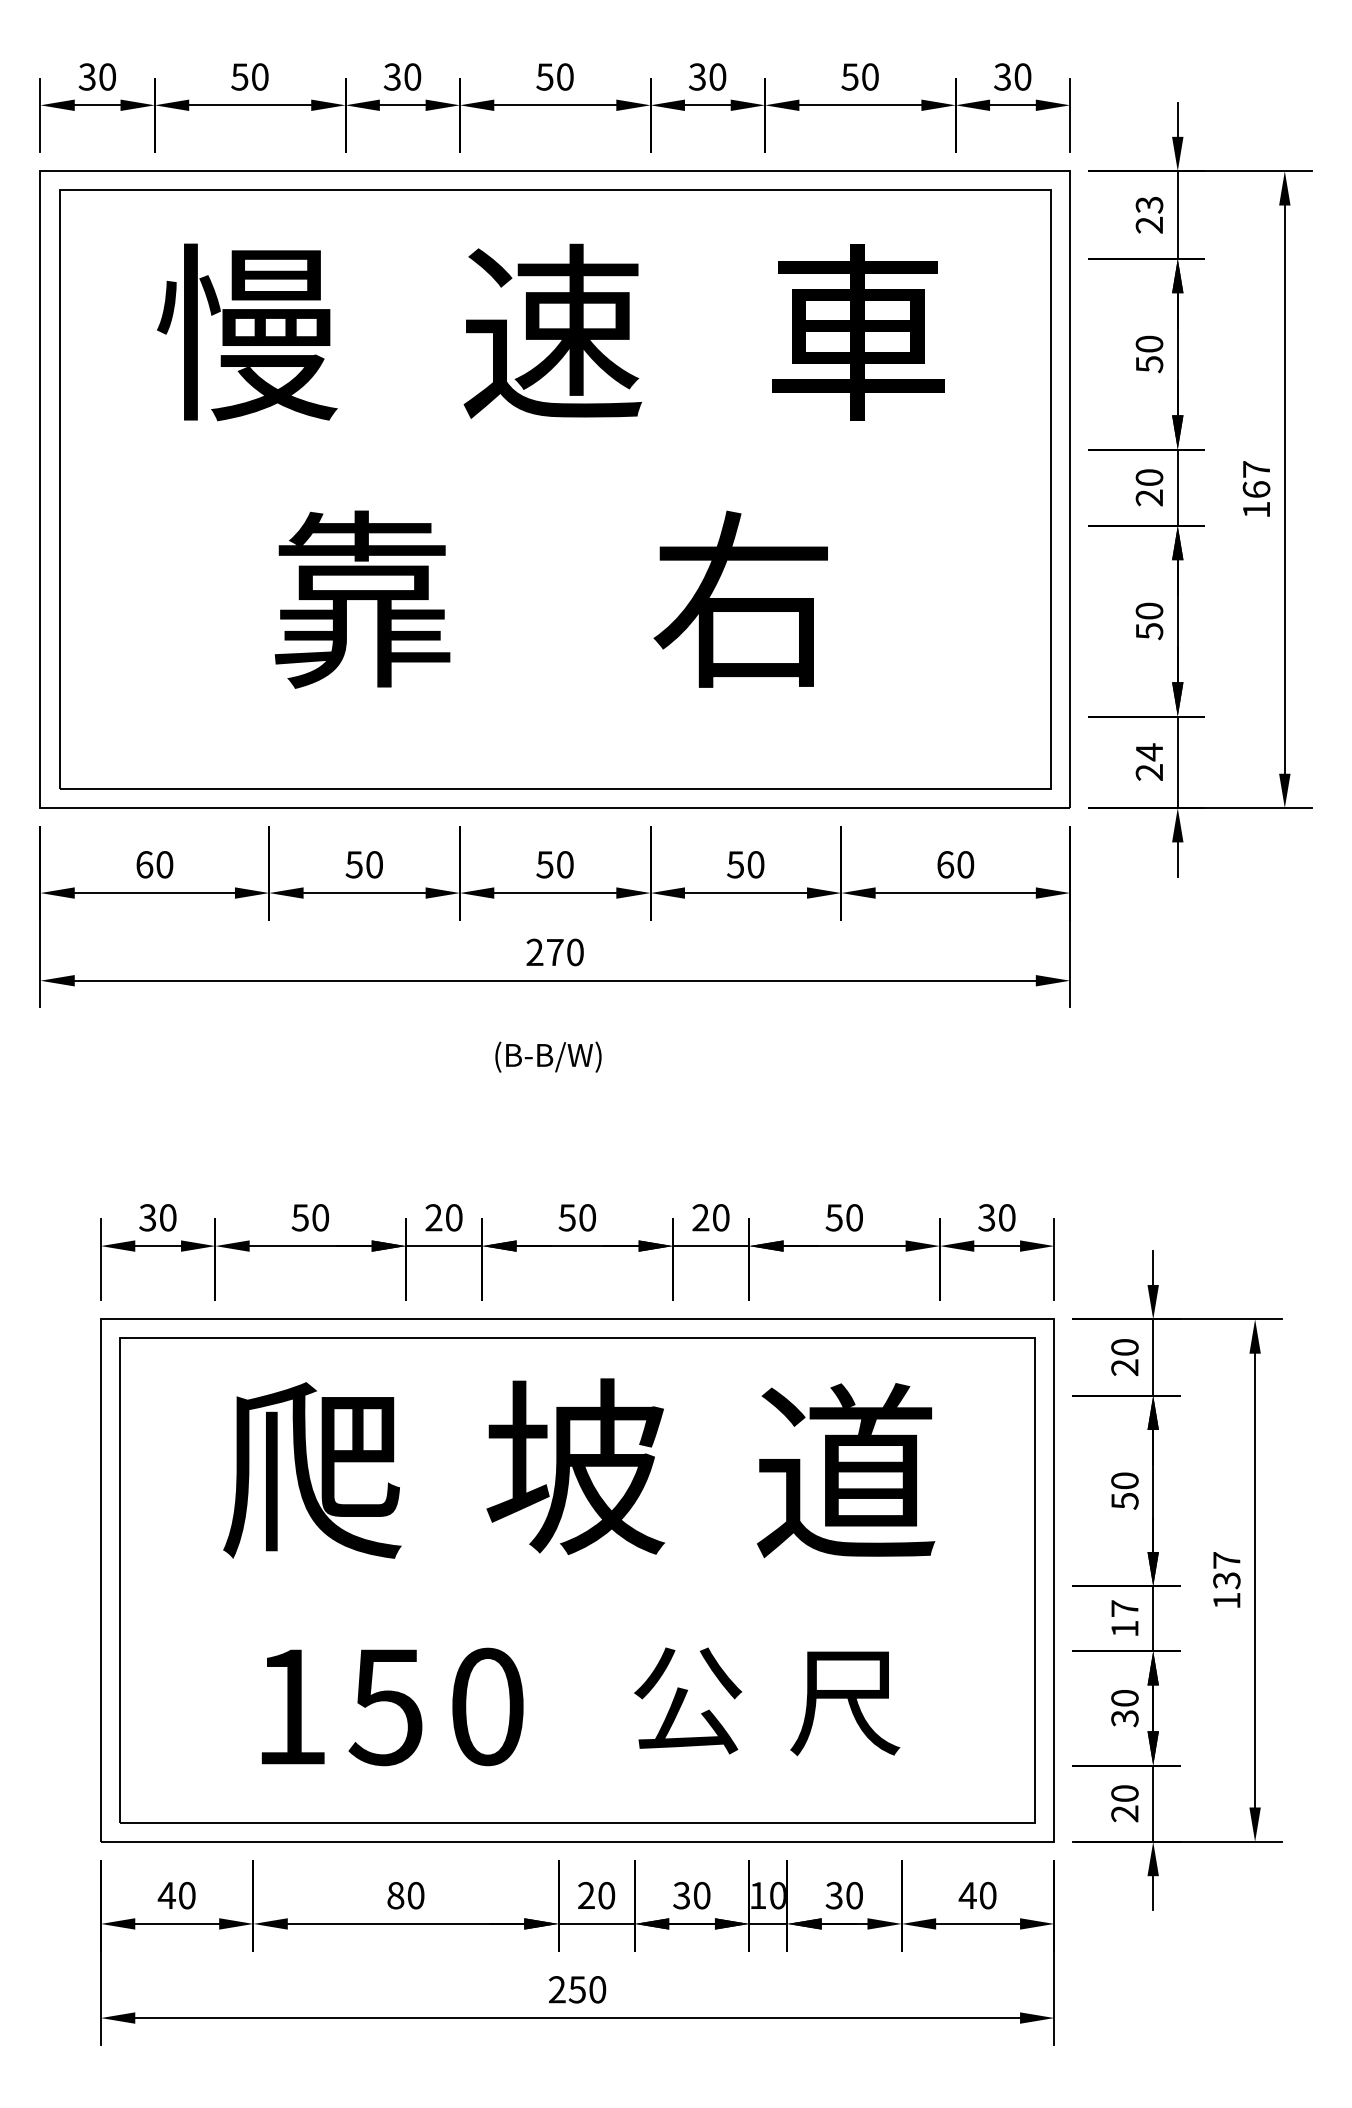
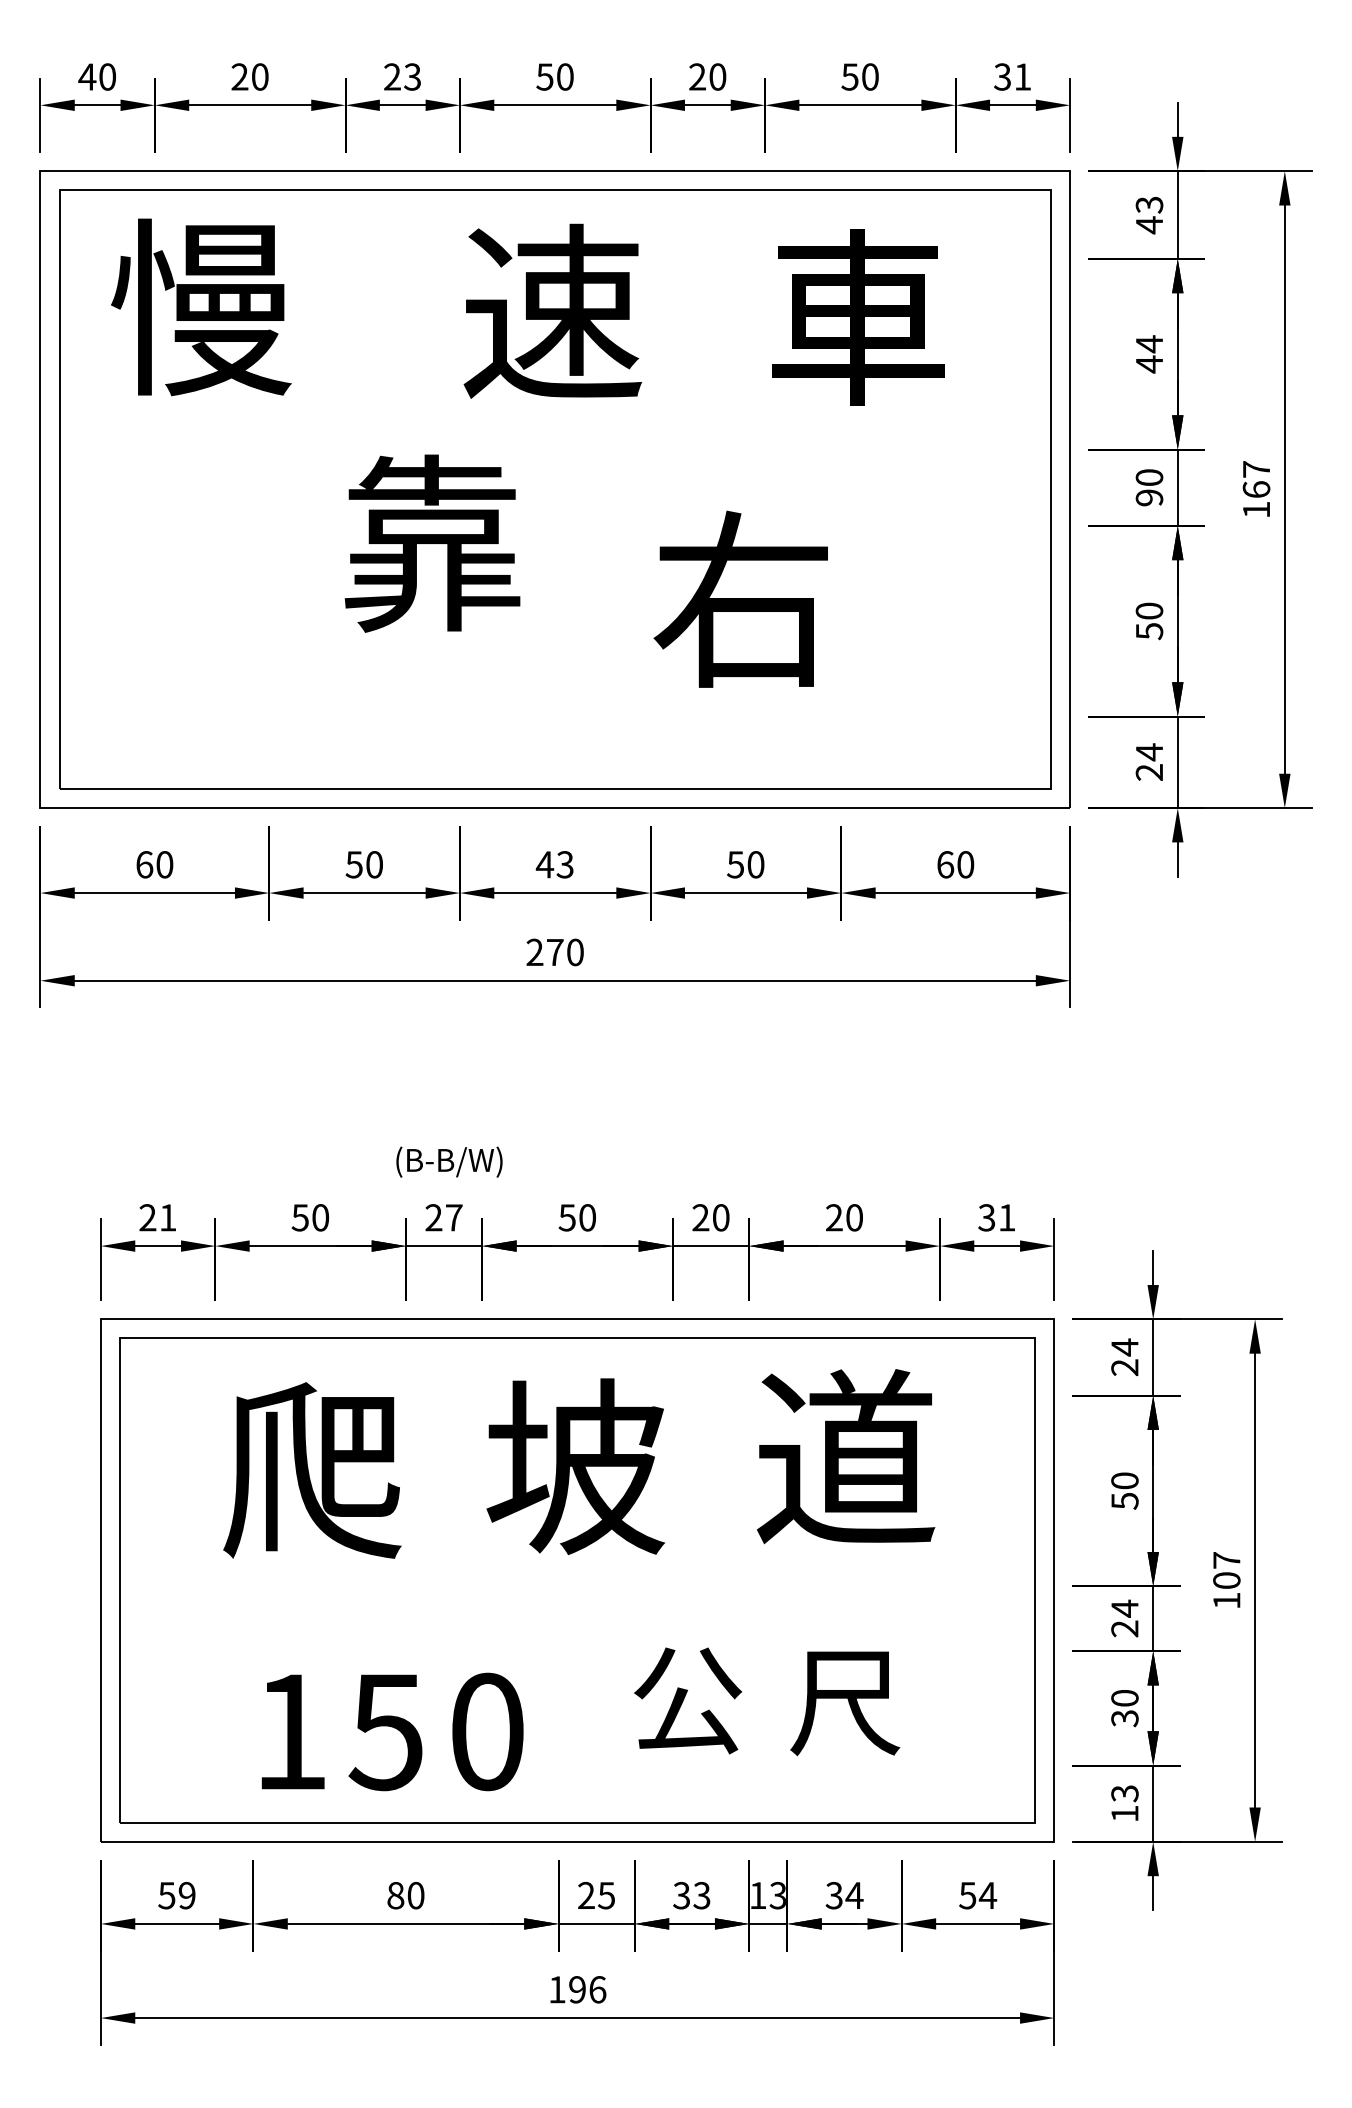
text at (87, 76): 30 -> 40
text at (239, 76): 50 -> 20
text at (402, 76): 30 -> 23
text at (697, 76): 30 -> 20
text at (1022, 76): 30 -> 31
text at (1148, 225): 23 -> 43
text at (552, 330) position: (552, 330) -> (552, 310)
text at (247, 332) position: (247, 332) -> (201, 307)
text at (858, 332) position: (858, 332) -> (858, 317)
text at (1149, 354): 50 -> 44
text at (1149, 497): 20 -> 90
text at (362, 599) position: (362, 599) -> (432, 543)
text at (554, 864): 50 -> 43
text at (548, 1056) position: (548, 1056) -> (449, 1161)
text at (157, 1217): 30 -> 21
text at (454, 1217): 20 -> 27
text at (833, 1217): 50 -> 20
text at (1007, 1217): 30 -> 31
text at (1124, 1347): 20 -> 24
text at (846, 1470) position: (846, 1470) -> (846, 1456)
text at (1226, 1580): 137 -> 107
text at (1124, 1618): 17 -> 24
text at (392, 1706) position: (392, 1706) -> (392, 1731)
text at (1124, 1803): 20 -> 13
text at (176, 1895): 40 -> 59
text at (606, 1895): 20 -> 25
text at (701, 1895): 30 -> 33
text at (777, 1895): 10 -> 13
text at (854, 1895): 30 -> 34
text at (977, 1895): 40 -> 54
text at (577, 1989): 250 -> 196
